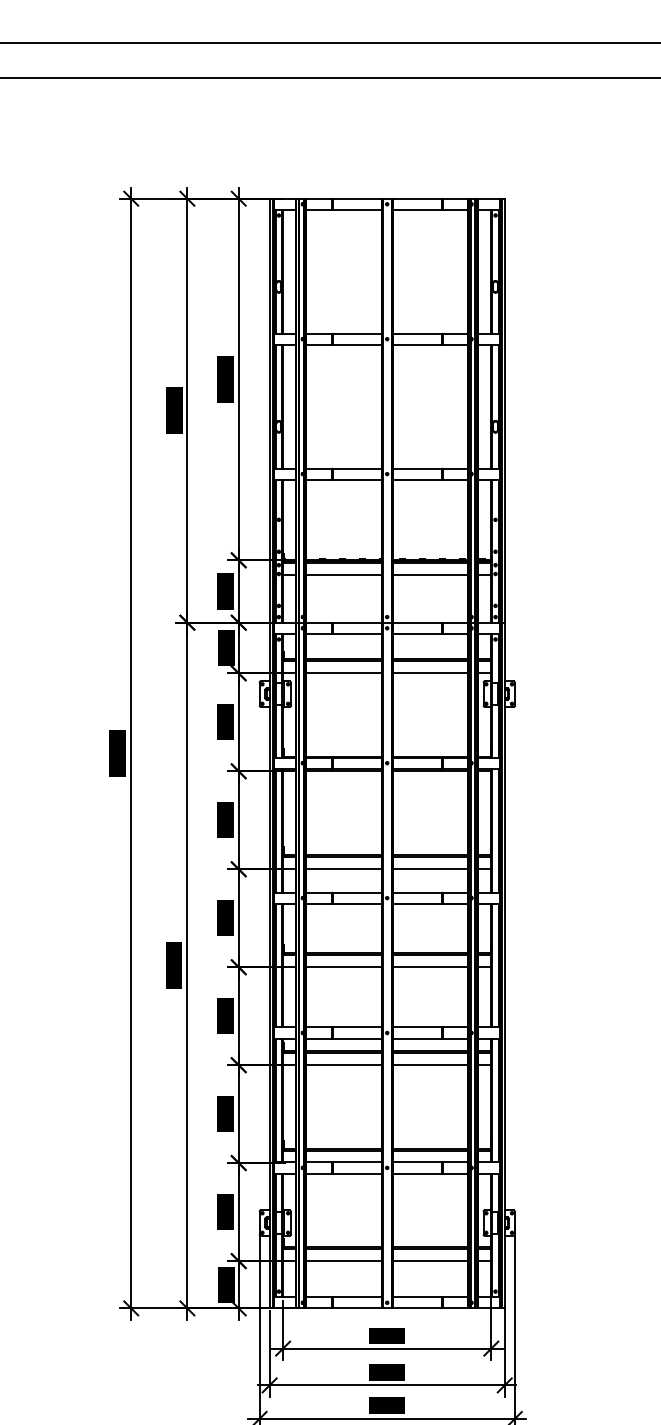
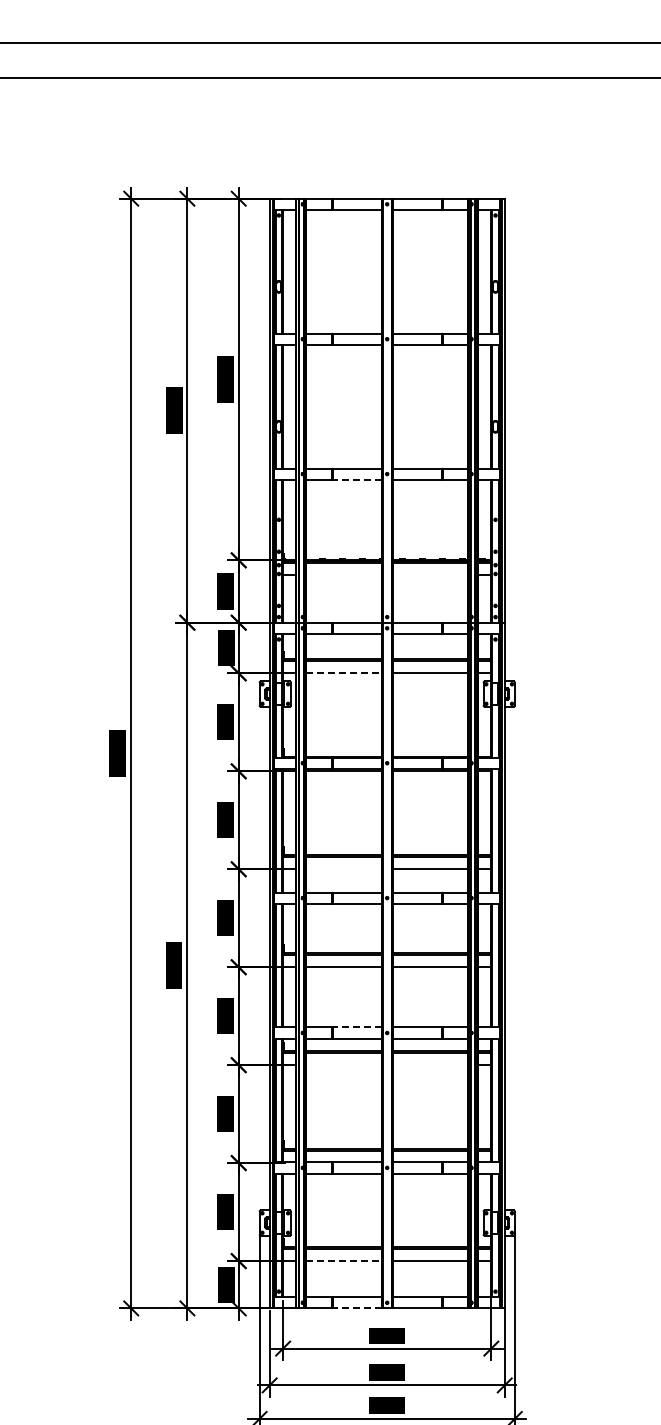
line at (356, 479): solid -> dashed
line at (343, 575): present -> none
line at (429, 575): present -> none
line at (344, 673): solid -> dashed
line at (343, 869): present -> none
line at (356, 1027): solid -> dashed
line at (343, 1065): present -> none
line at (429, 1065): present -> none
line at (344, 1261): solid -> dashed
line at (356, 1308): solid -> dashed
